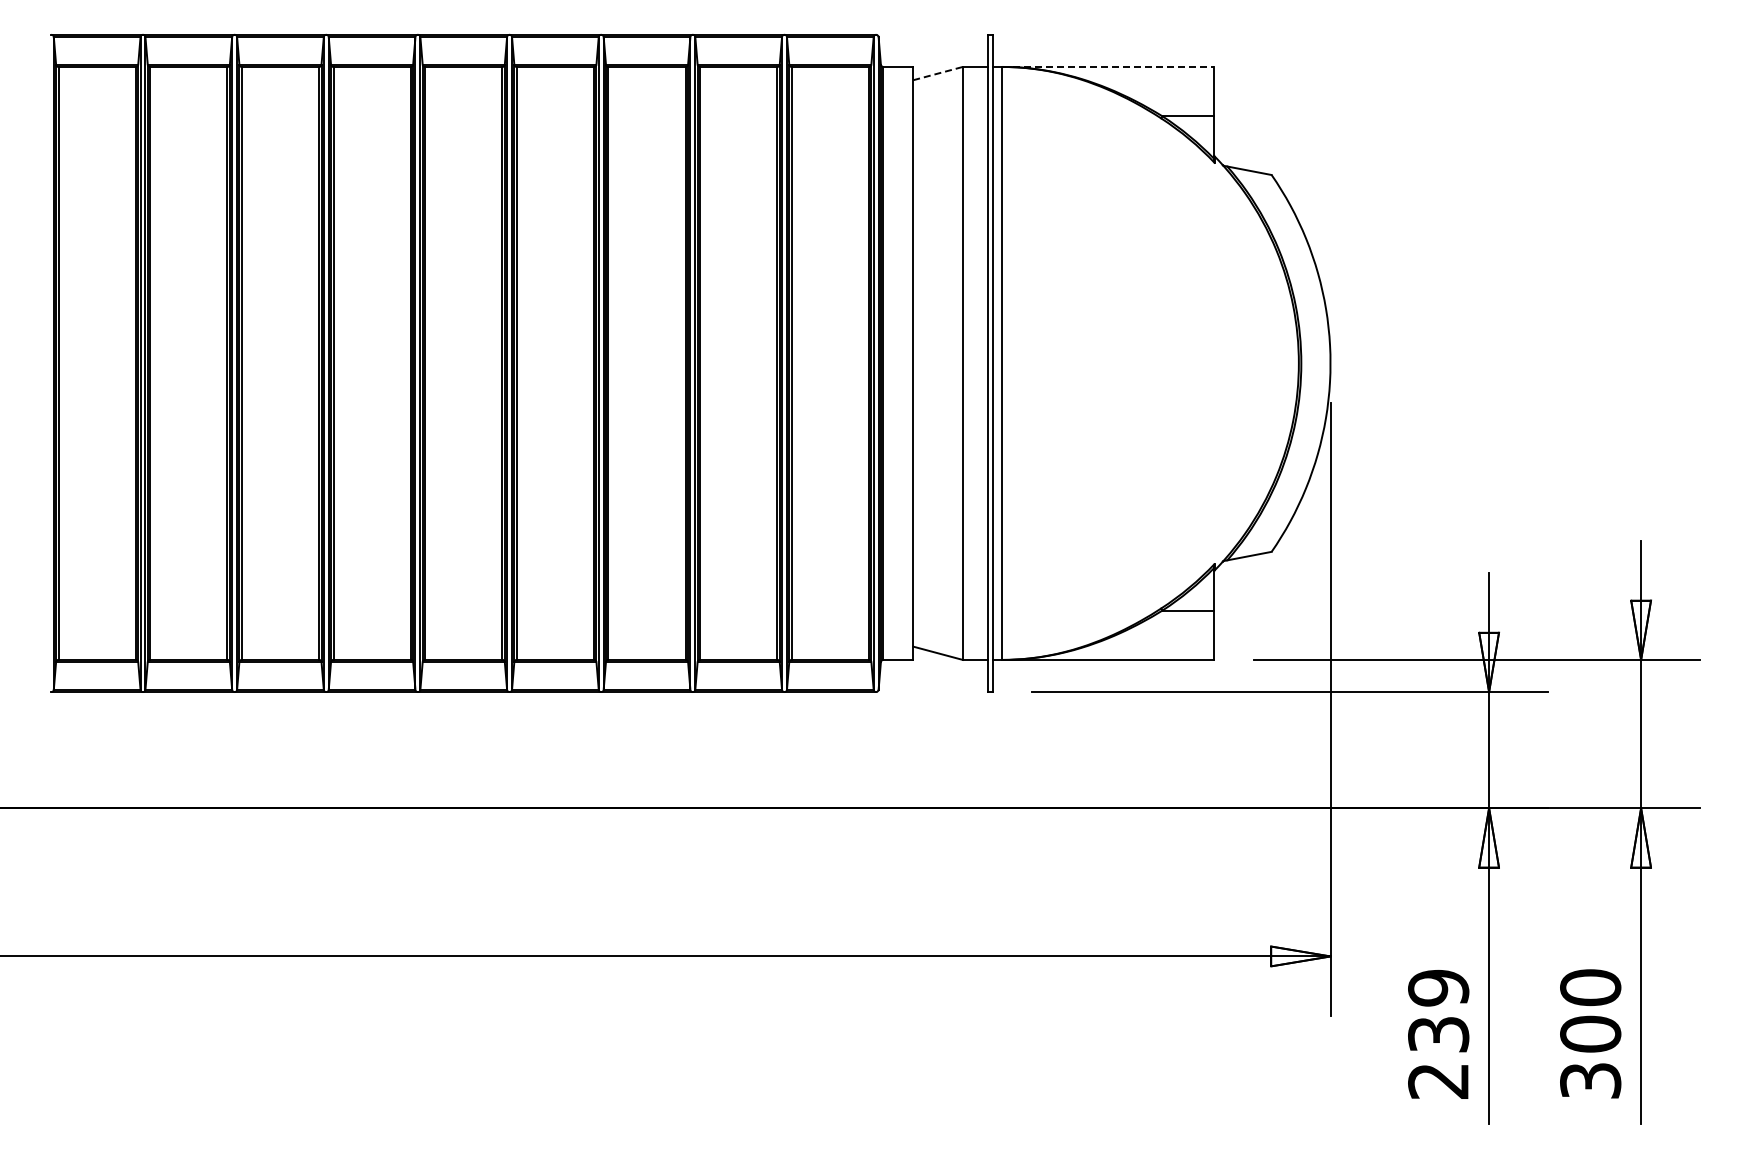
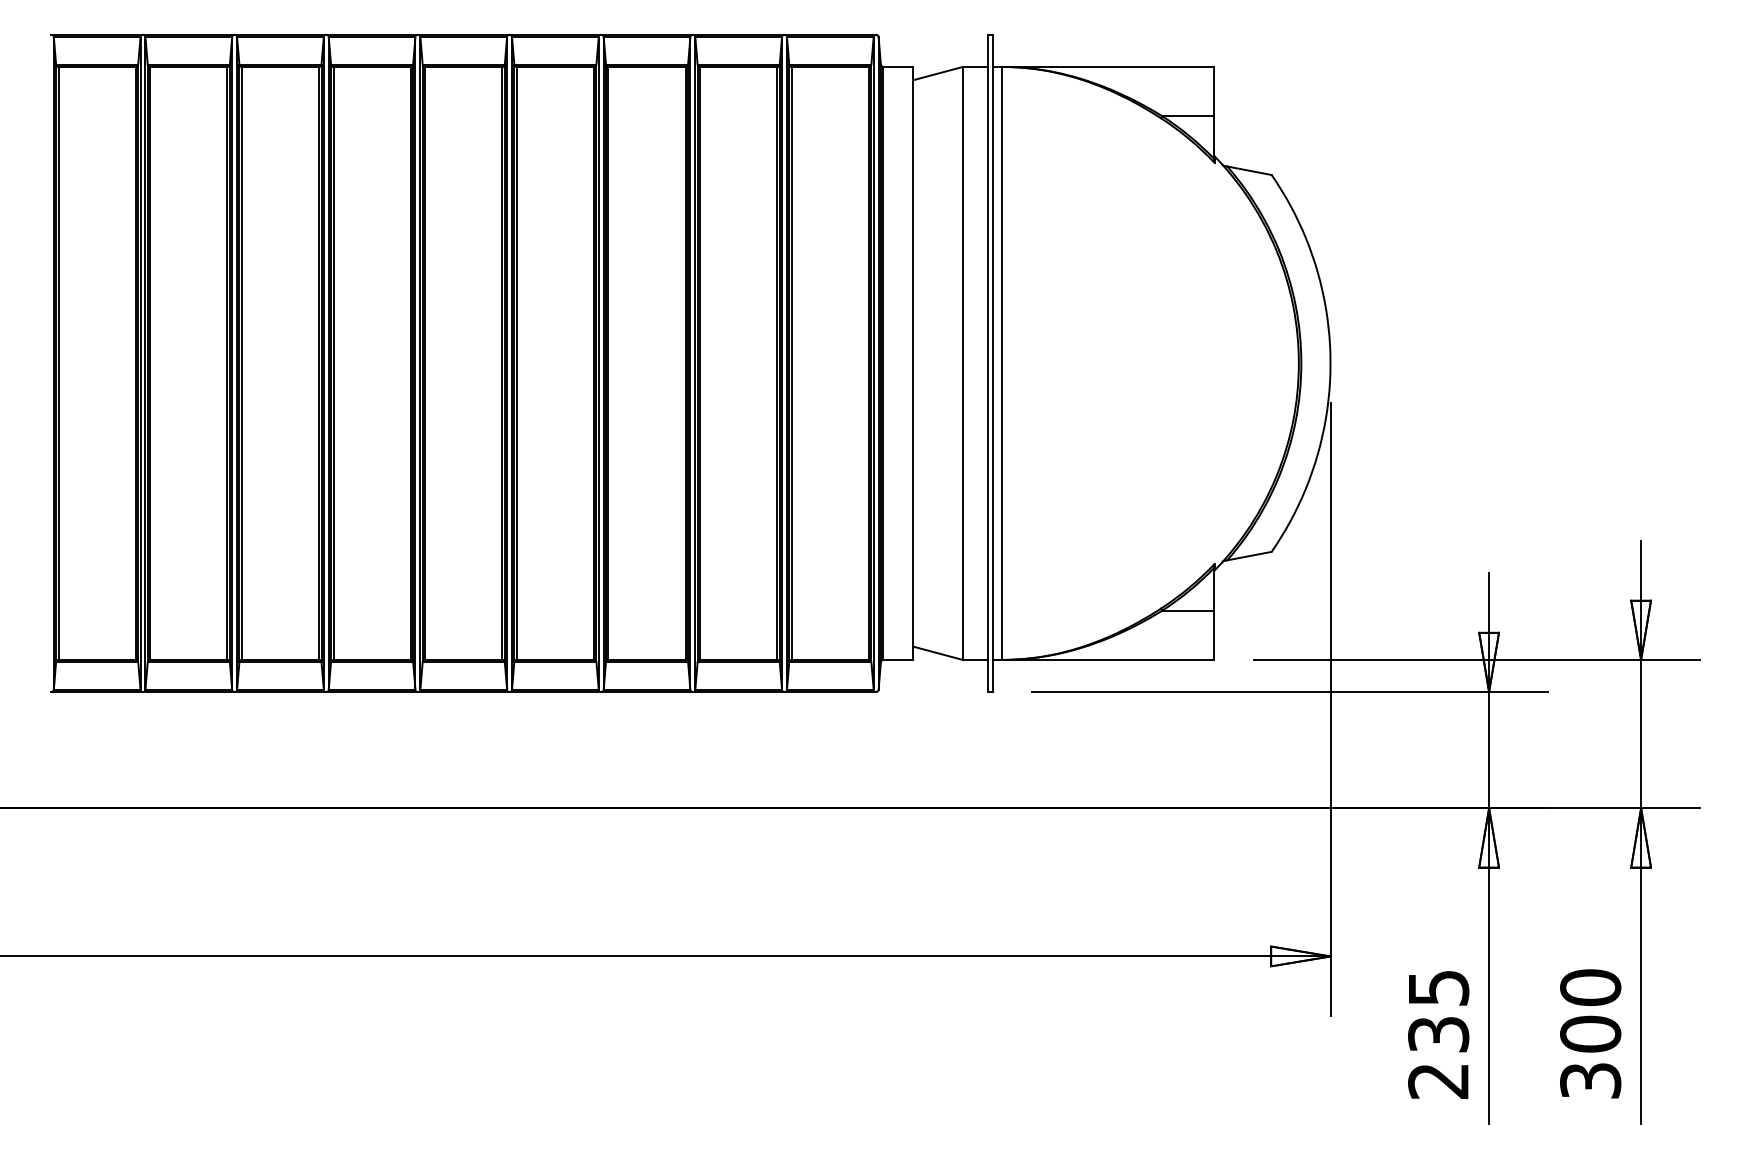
line at (1108, 66): dashed -> solid
line at (938, 73): dashed -> solid
text at (1438, 987): 239 -> 235
